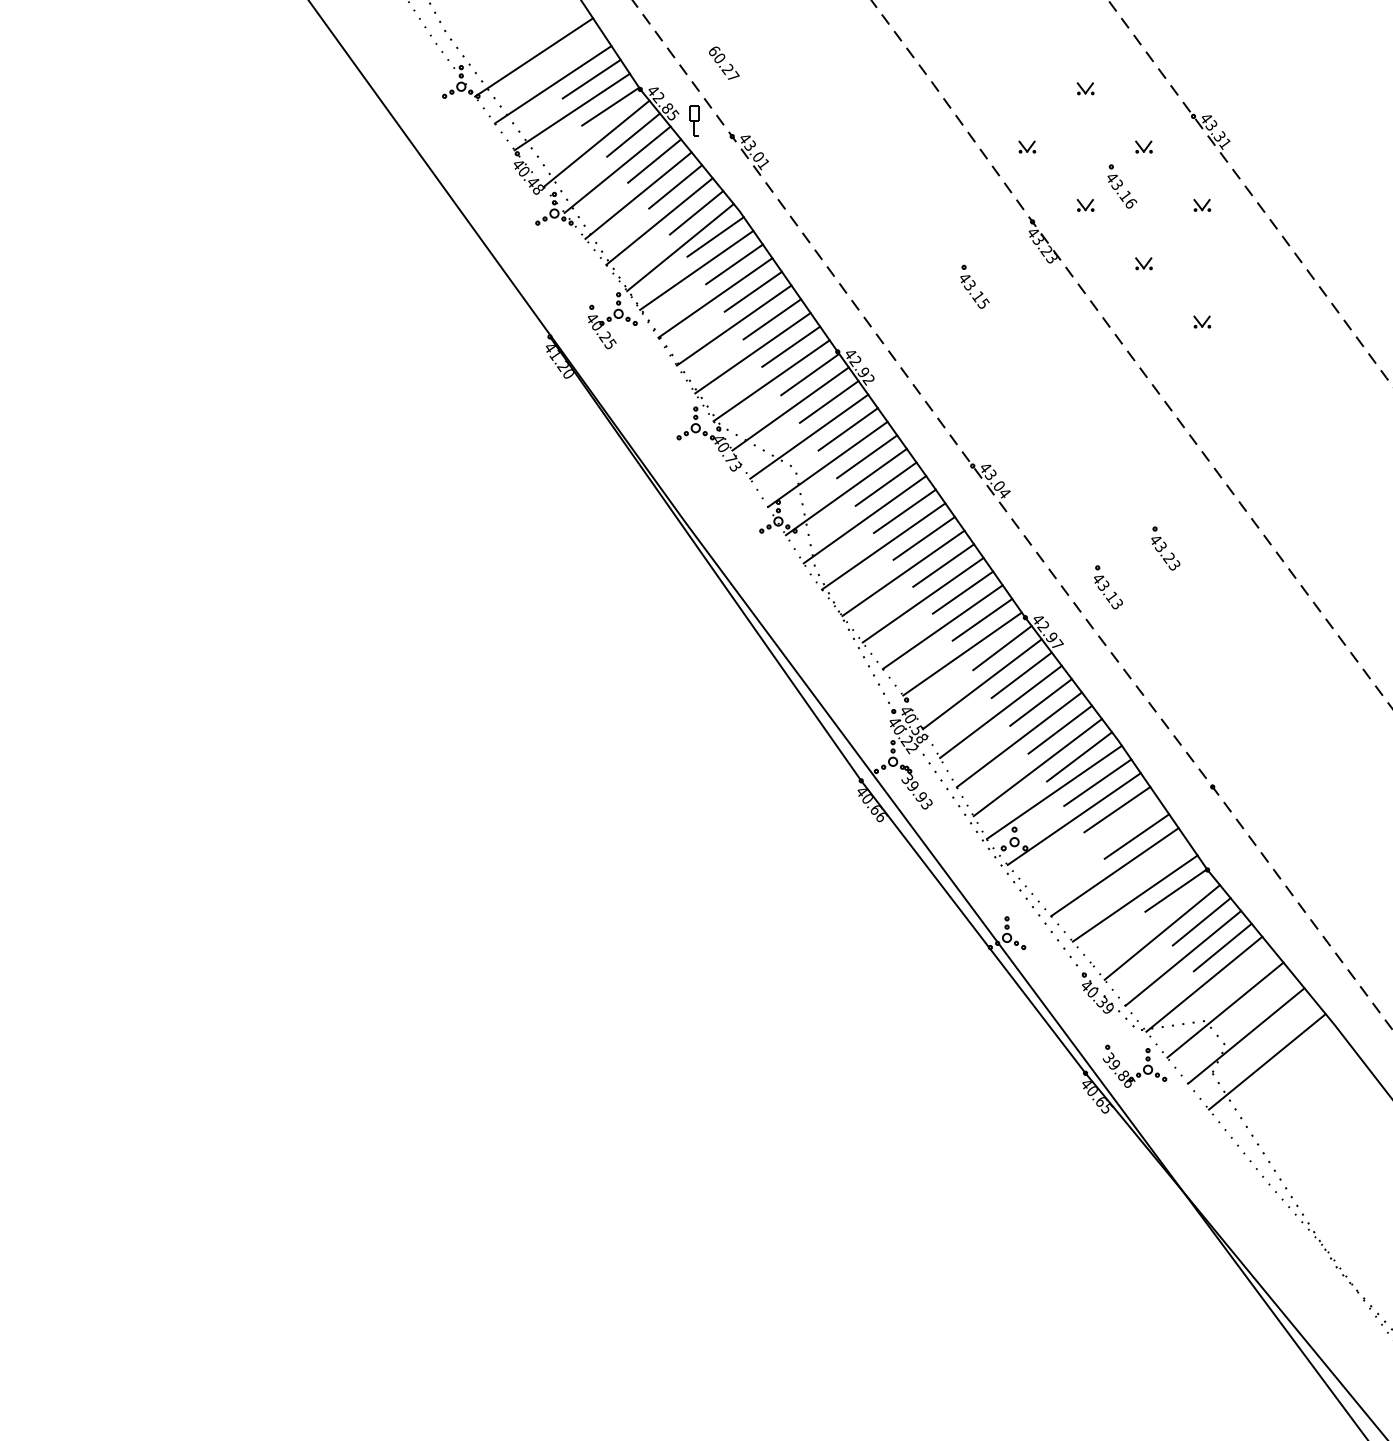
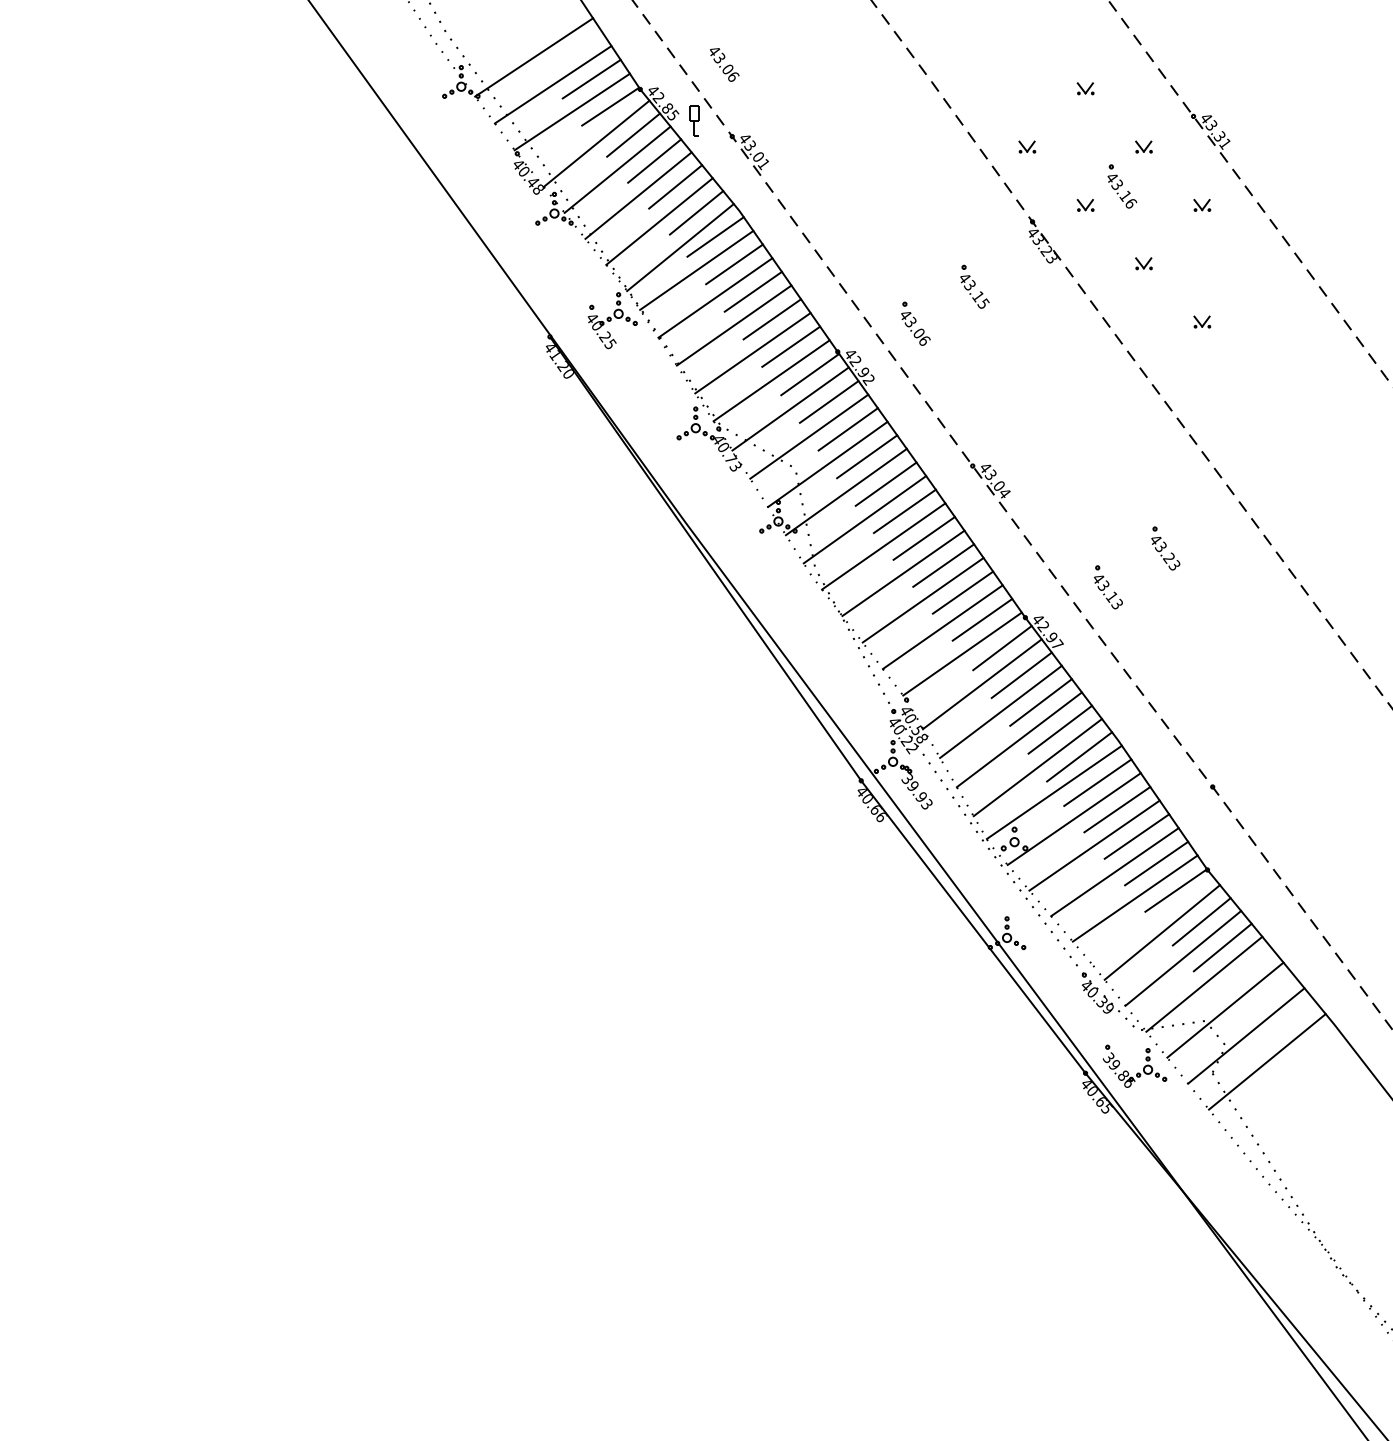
text at (724, 63): 60.27 -> 43.06
part at (915, 323): none -> present
line at (1094, 845): none -> present
line at (1156, 863): none -> present
